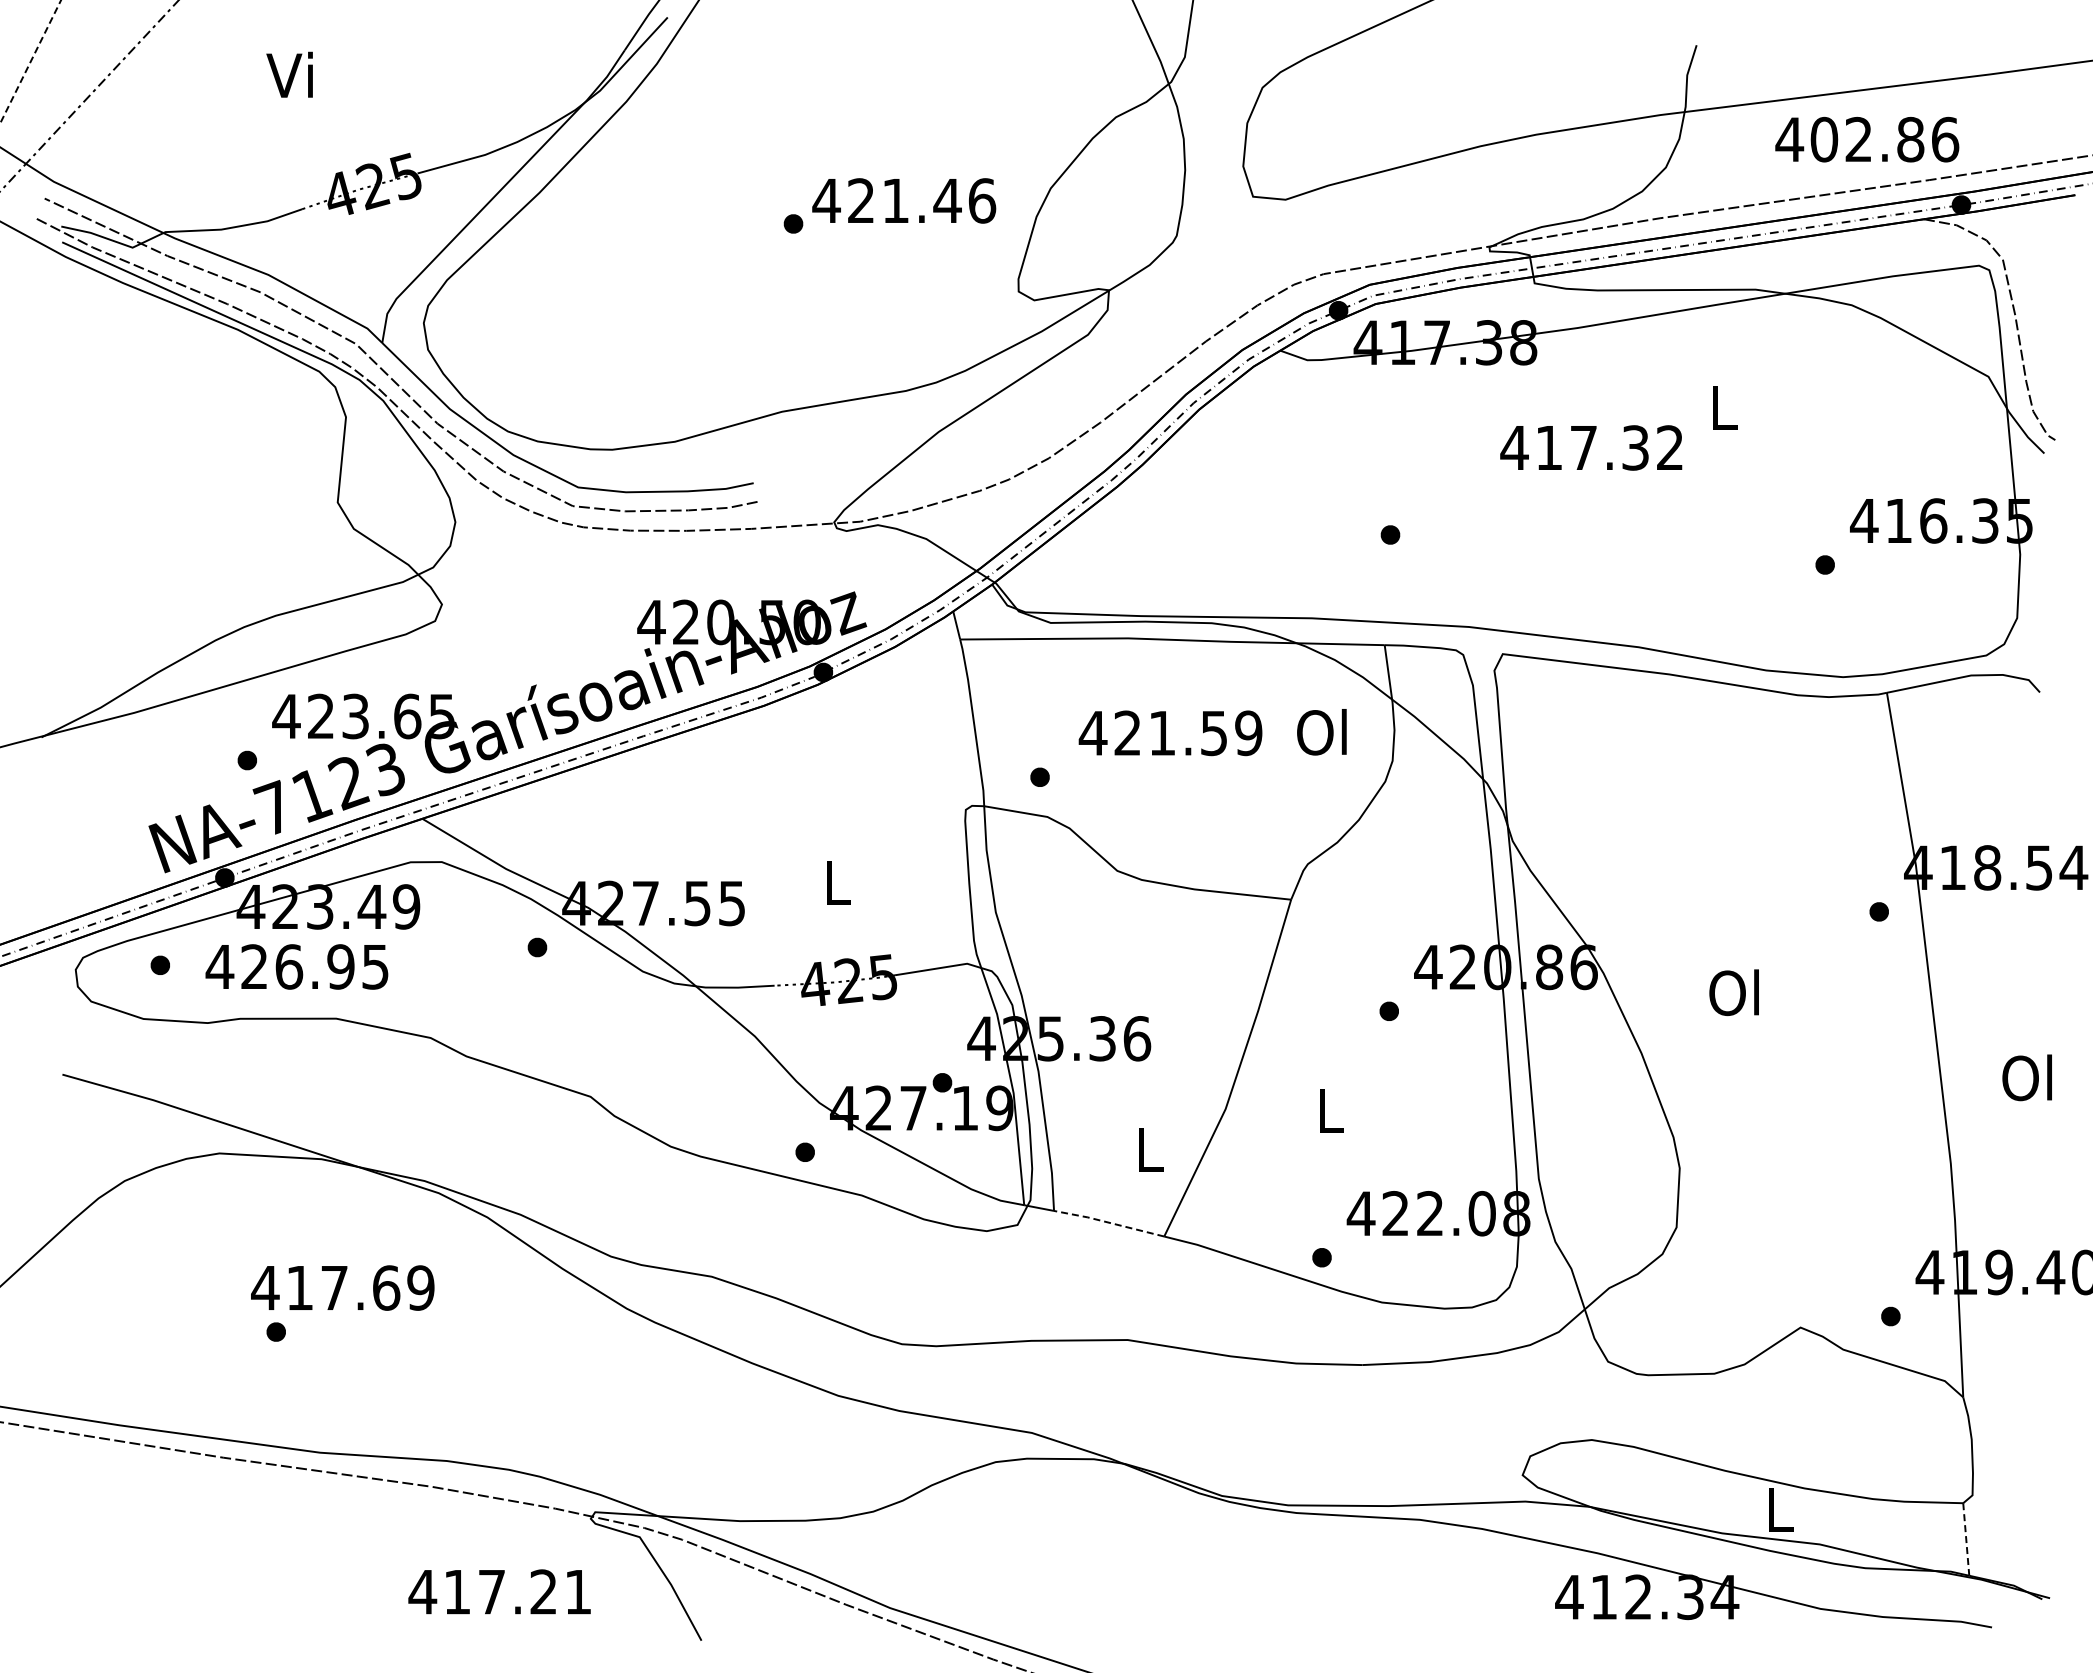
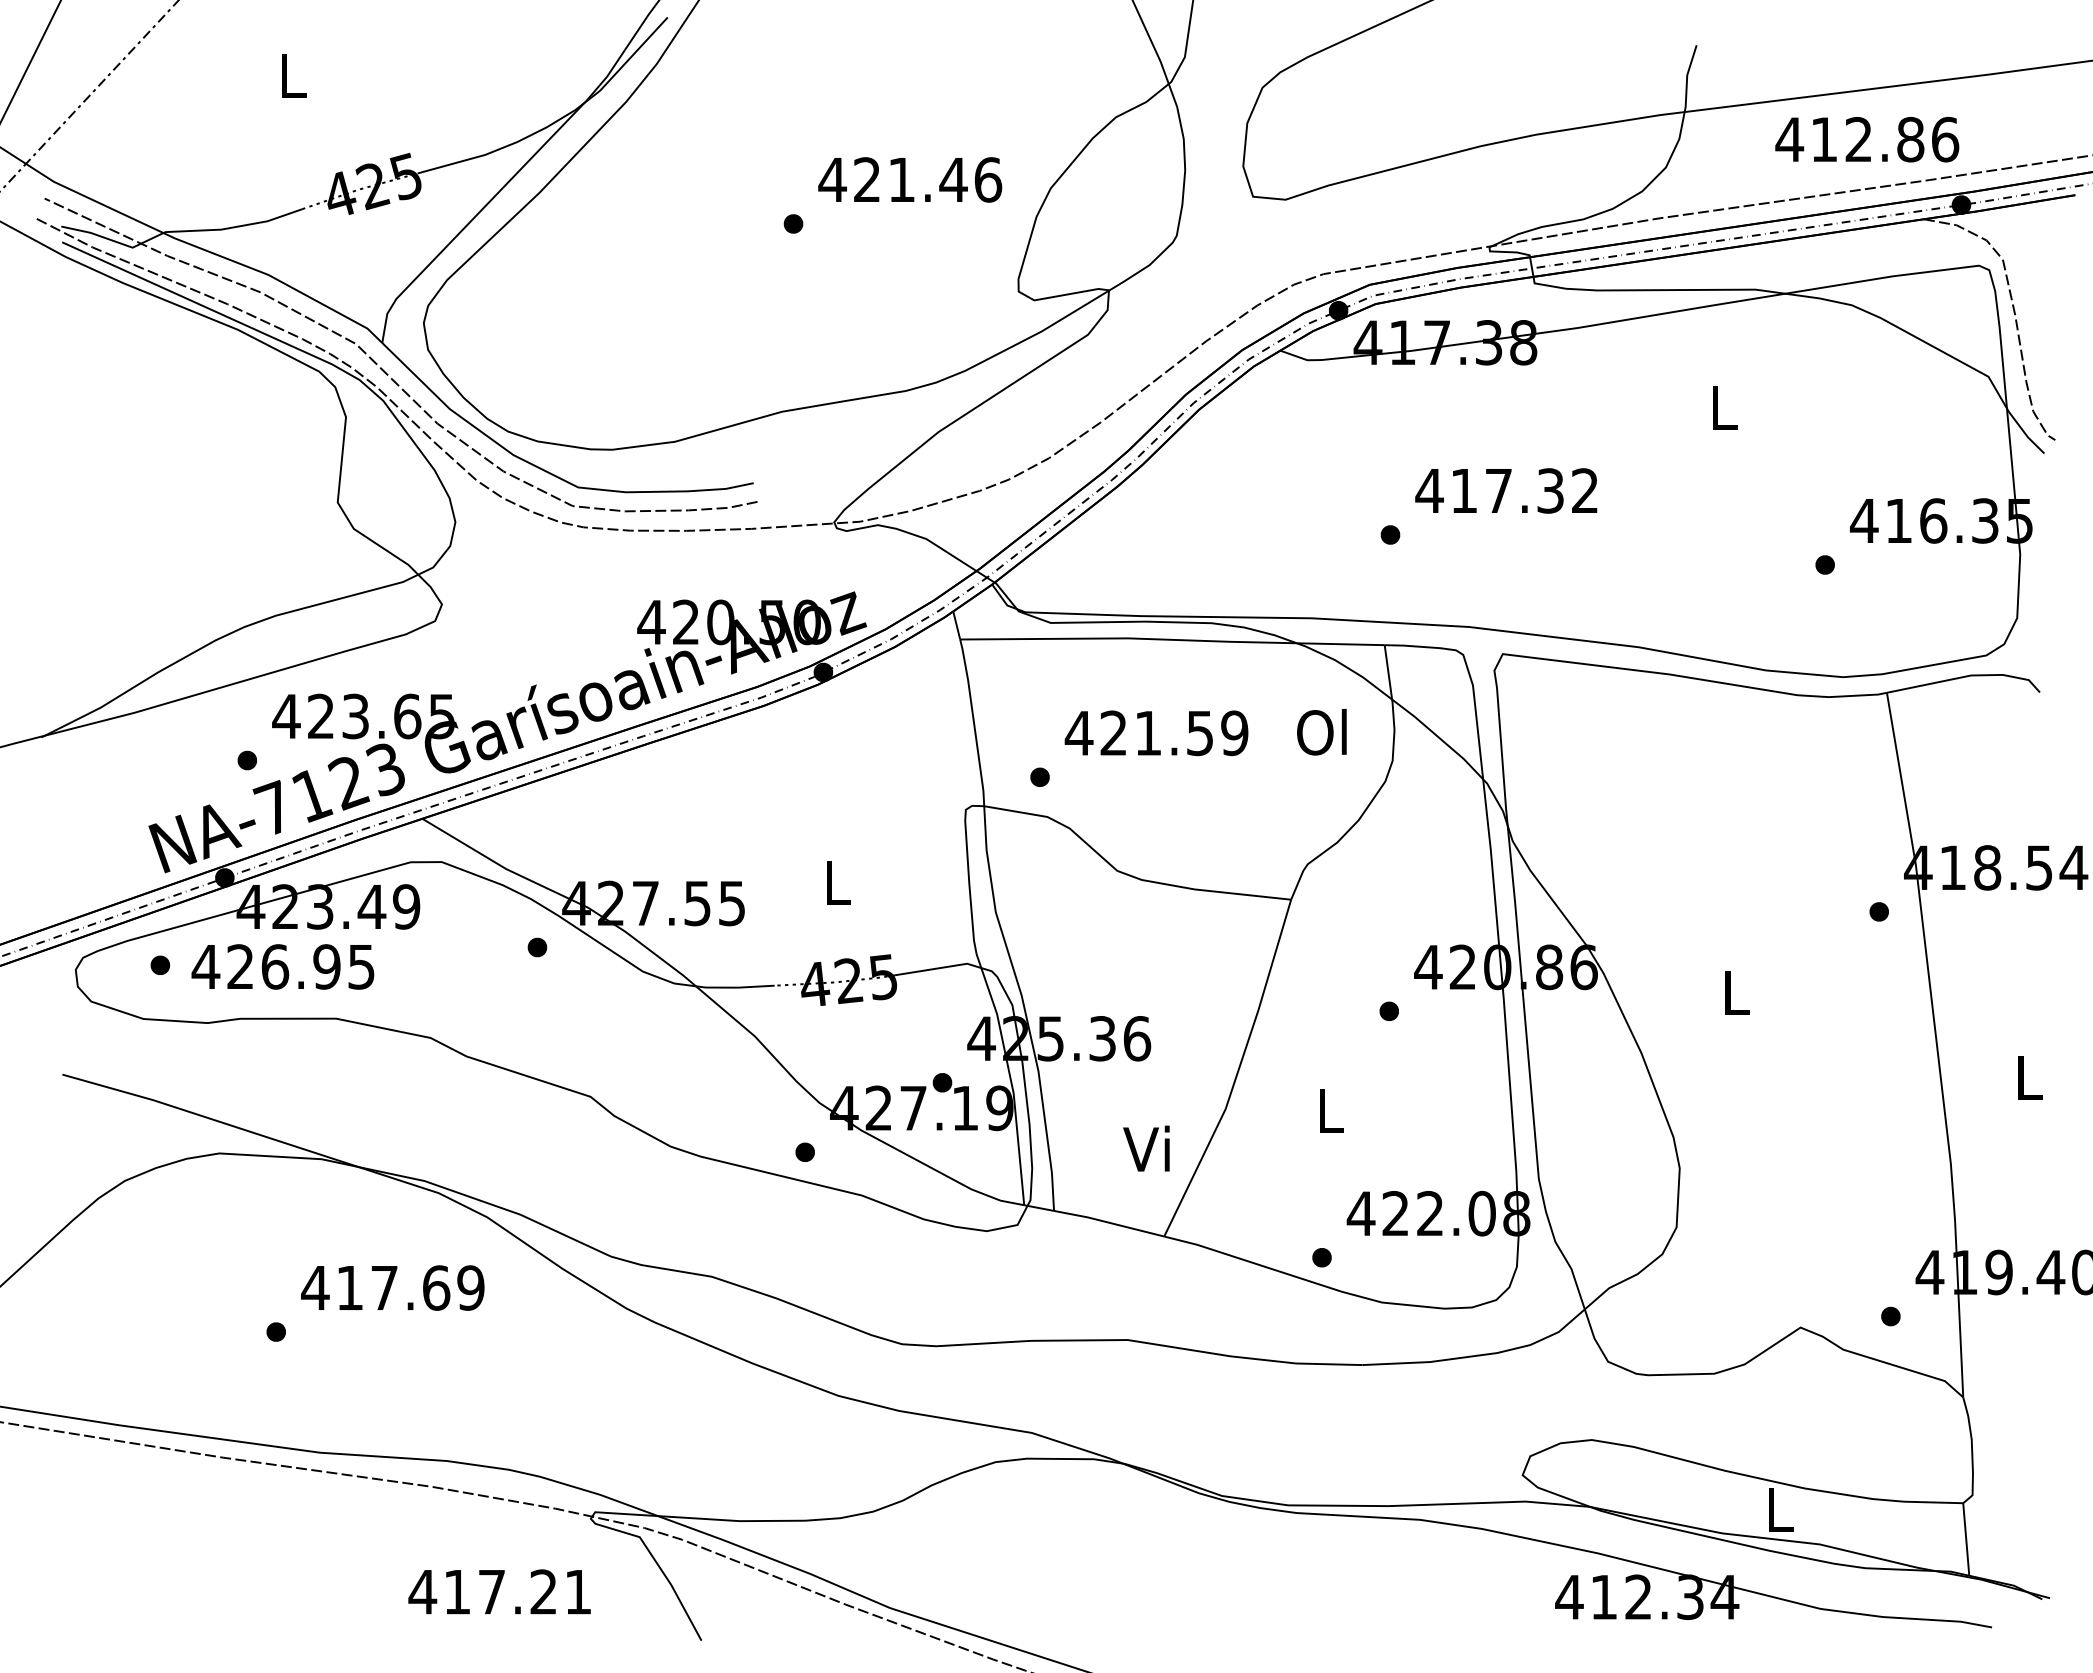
line at (30, 61): dashed -> solid
text at (289, 74): Vi -> L
text at (1824, 139): 402.86 -> 412.86
text at (904, 200) position: (904, 200) -> (910, 179)
text at (1591, 447) position: (1591, 447) -> (1506, 490)
text at (1170, 733) position: (1170, 733) -> (1156, 733)
text at (296, 966) position: (296, 966) -> (282, 966)
text at (1733, 992): Ol -> L
text at (2026, 1077): Ol -> L
text at (1146, 1148): L -> Vi
line at (1108, 1222): dashed -> solid
text at (342, 1287) position: (342, 1287) -> (392, 1287)
line at (1966, 1539): dashed -> solid
